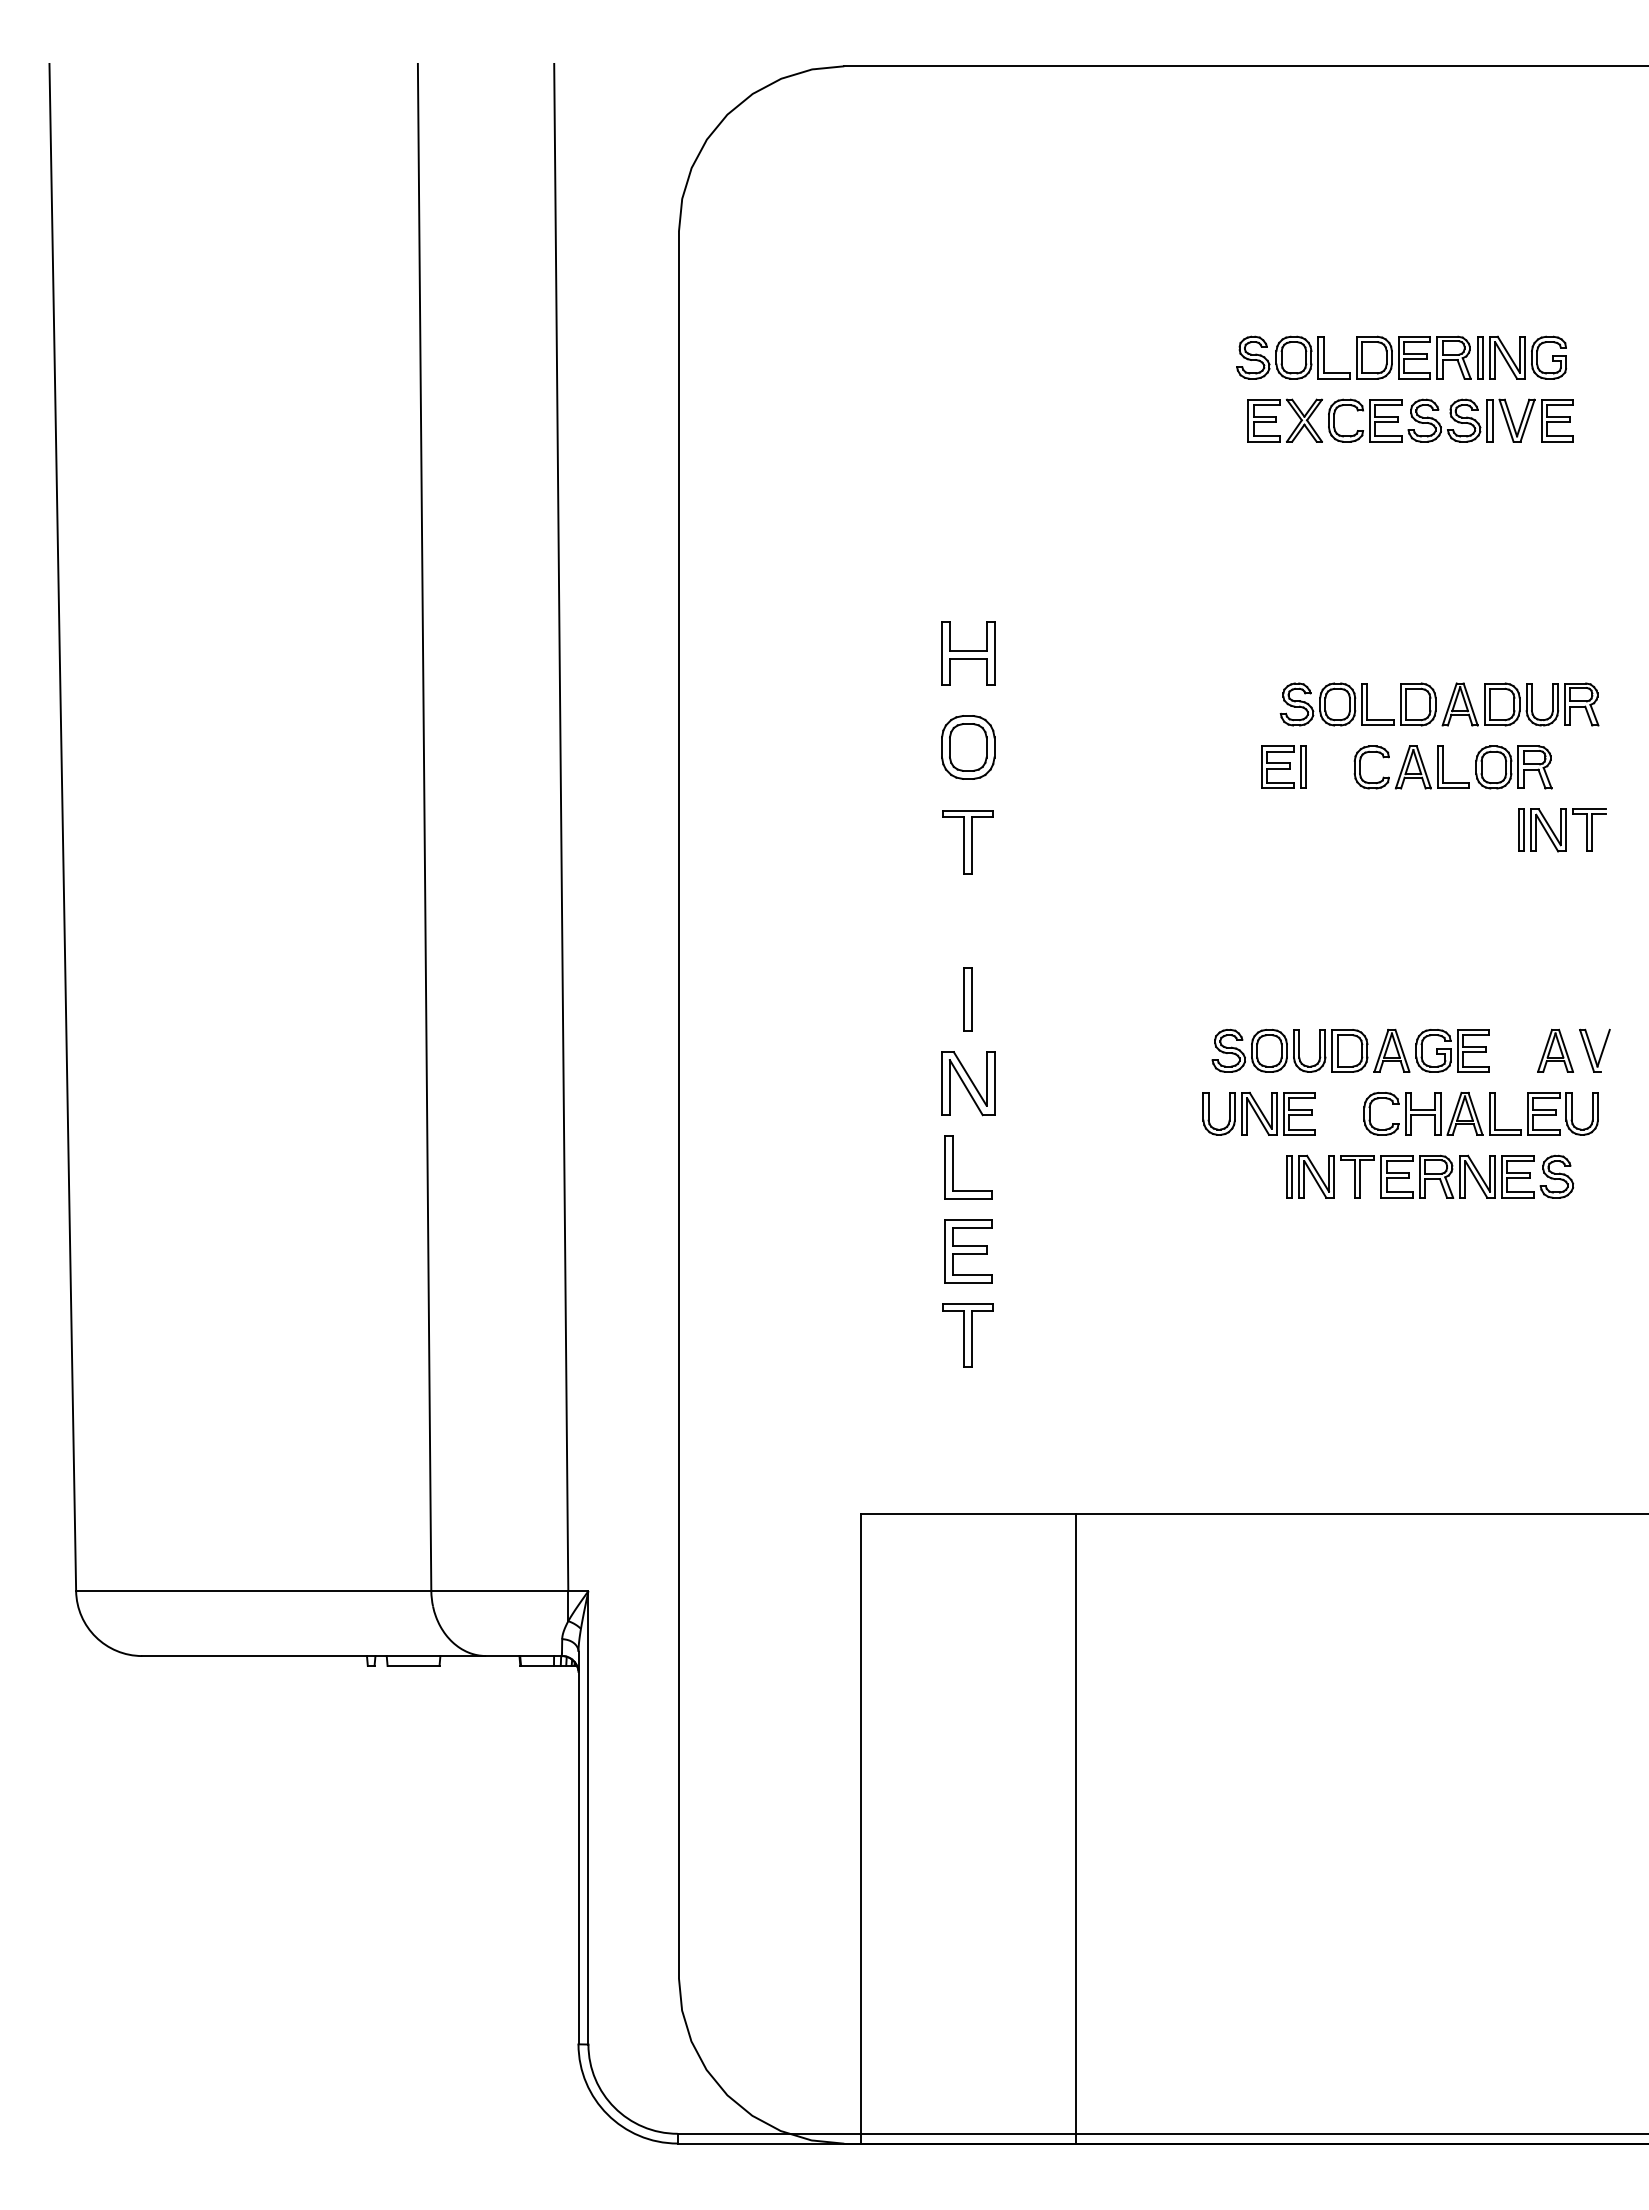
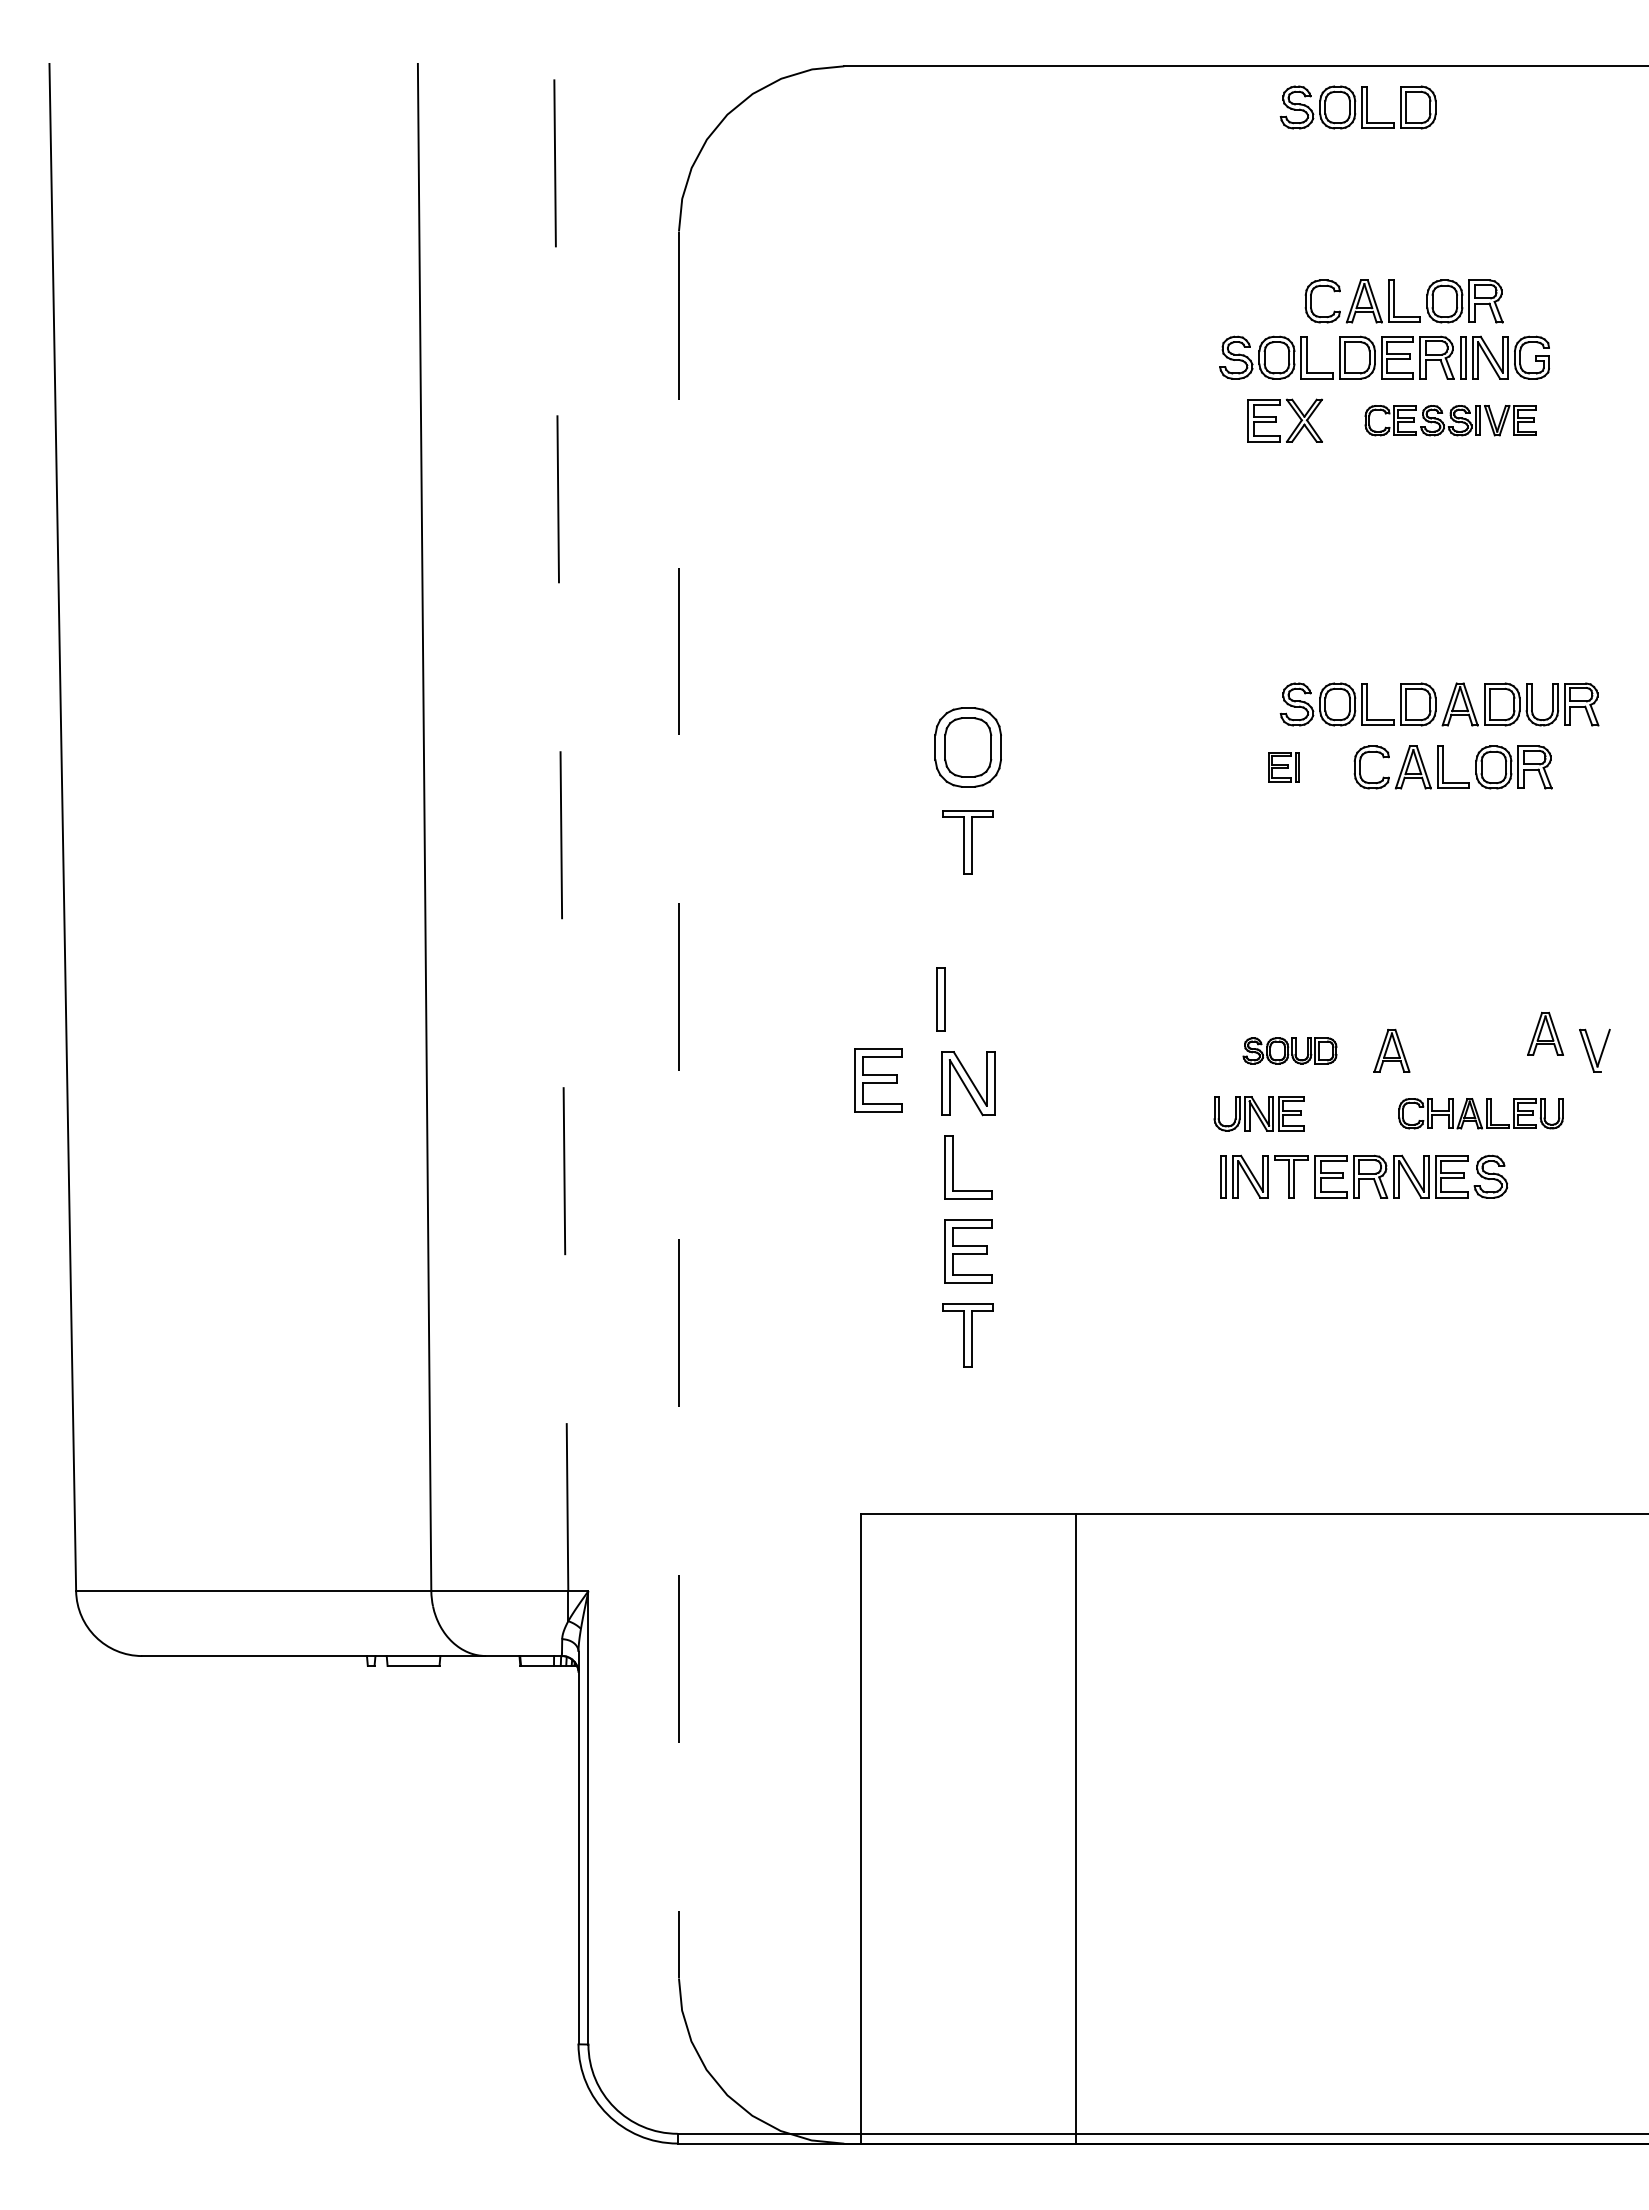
part at (1357, 107): none -> present
part at (1394, 301): none -> present
part at (1401, 357) position: (1401, 357) -> (1384, 357)
part at (1450, 420) size: 246x45 px -> 173x32 px
part at (968, 653): present -> none
part at (968, 747) size: 55x65 px -> 68x81 px
part at (1283, 766) size: 46x44 px -> 32x31 px
line at (561, 827): solid -> dashed
part at (1562, 830): present -> none
part at (967, 999) position: (967, 999) -> (940, 999)
part at (1289, 1050) size: 158x44 px -> 96x28 px
part at (1452, 1050): present -> none
part at (1555, 1050) position: (1555, 1050) -> (1545, 1033)
part at (878, 1080): none -> present
line at (678, 1105): solid -> dashed
part at (1258, 1113) size: 114x44 px -> 92x36 px
part at (1480, 1113) size: 236x45 px -> 166x32 px
part at (1430, 1176) position: (1430, 1176) -> (1364, 1176)
